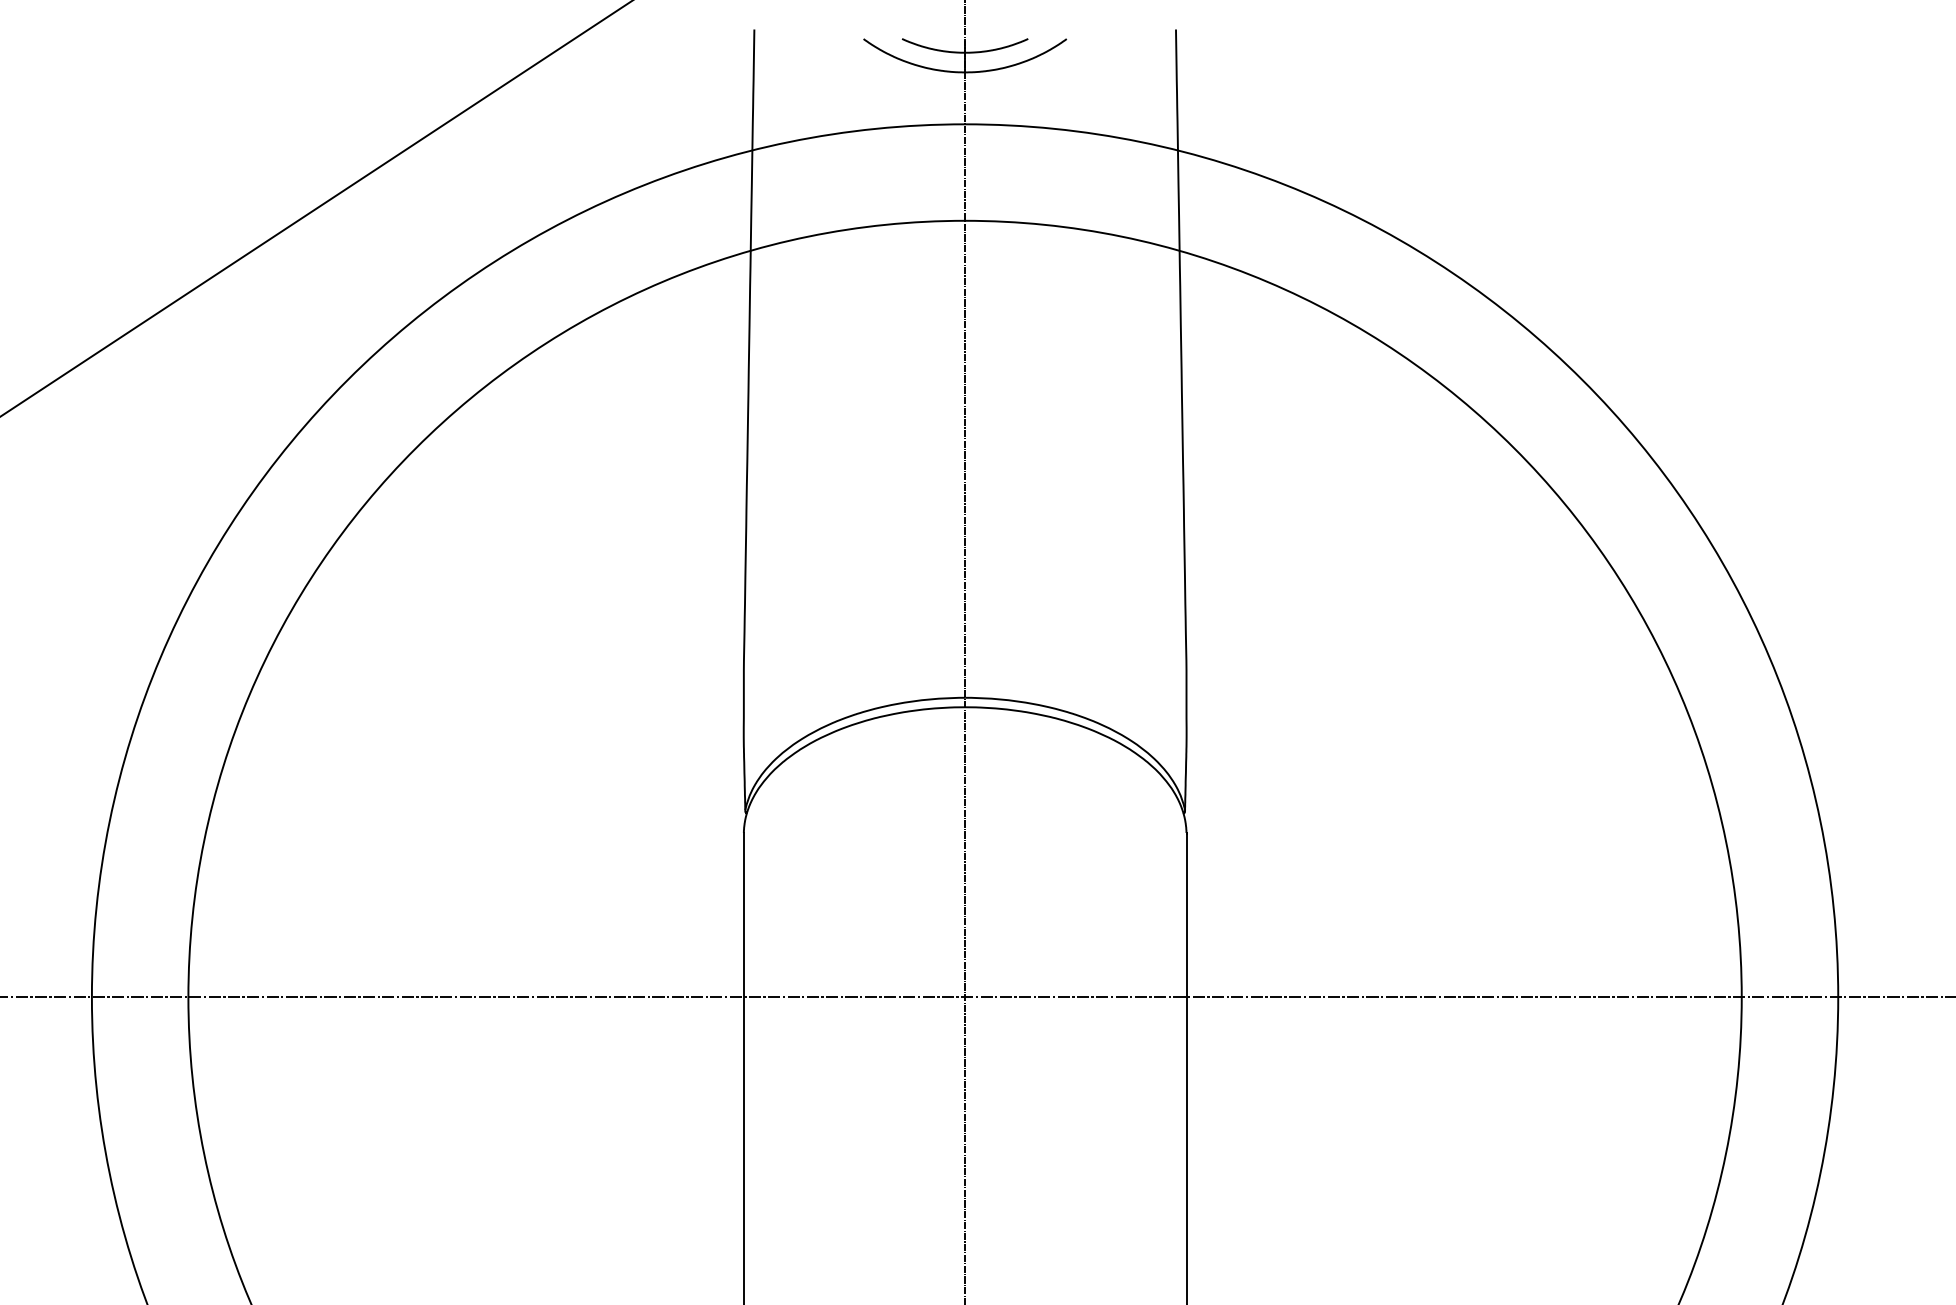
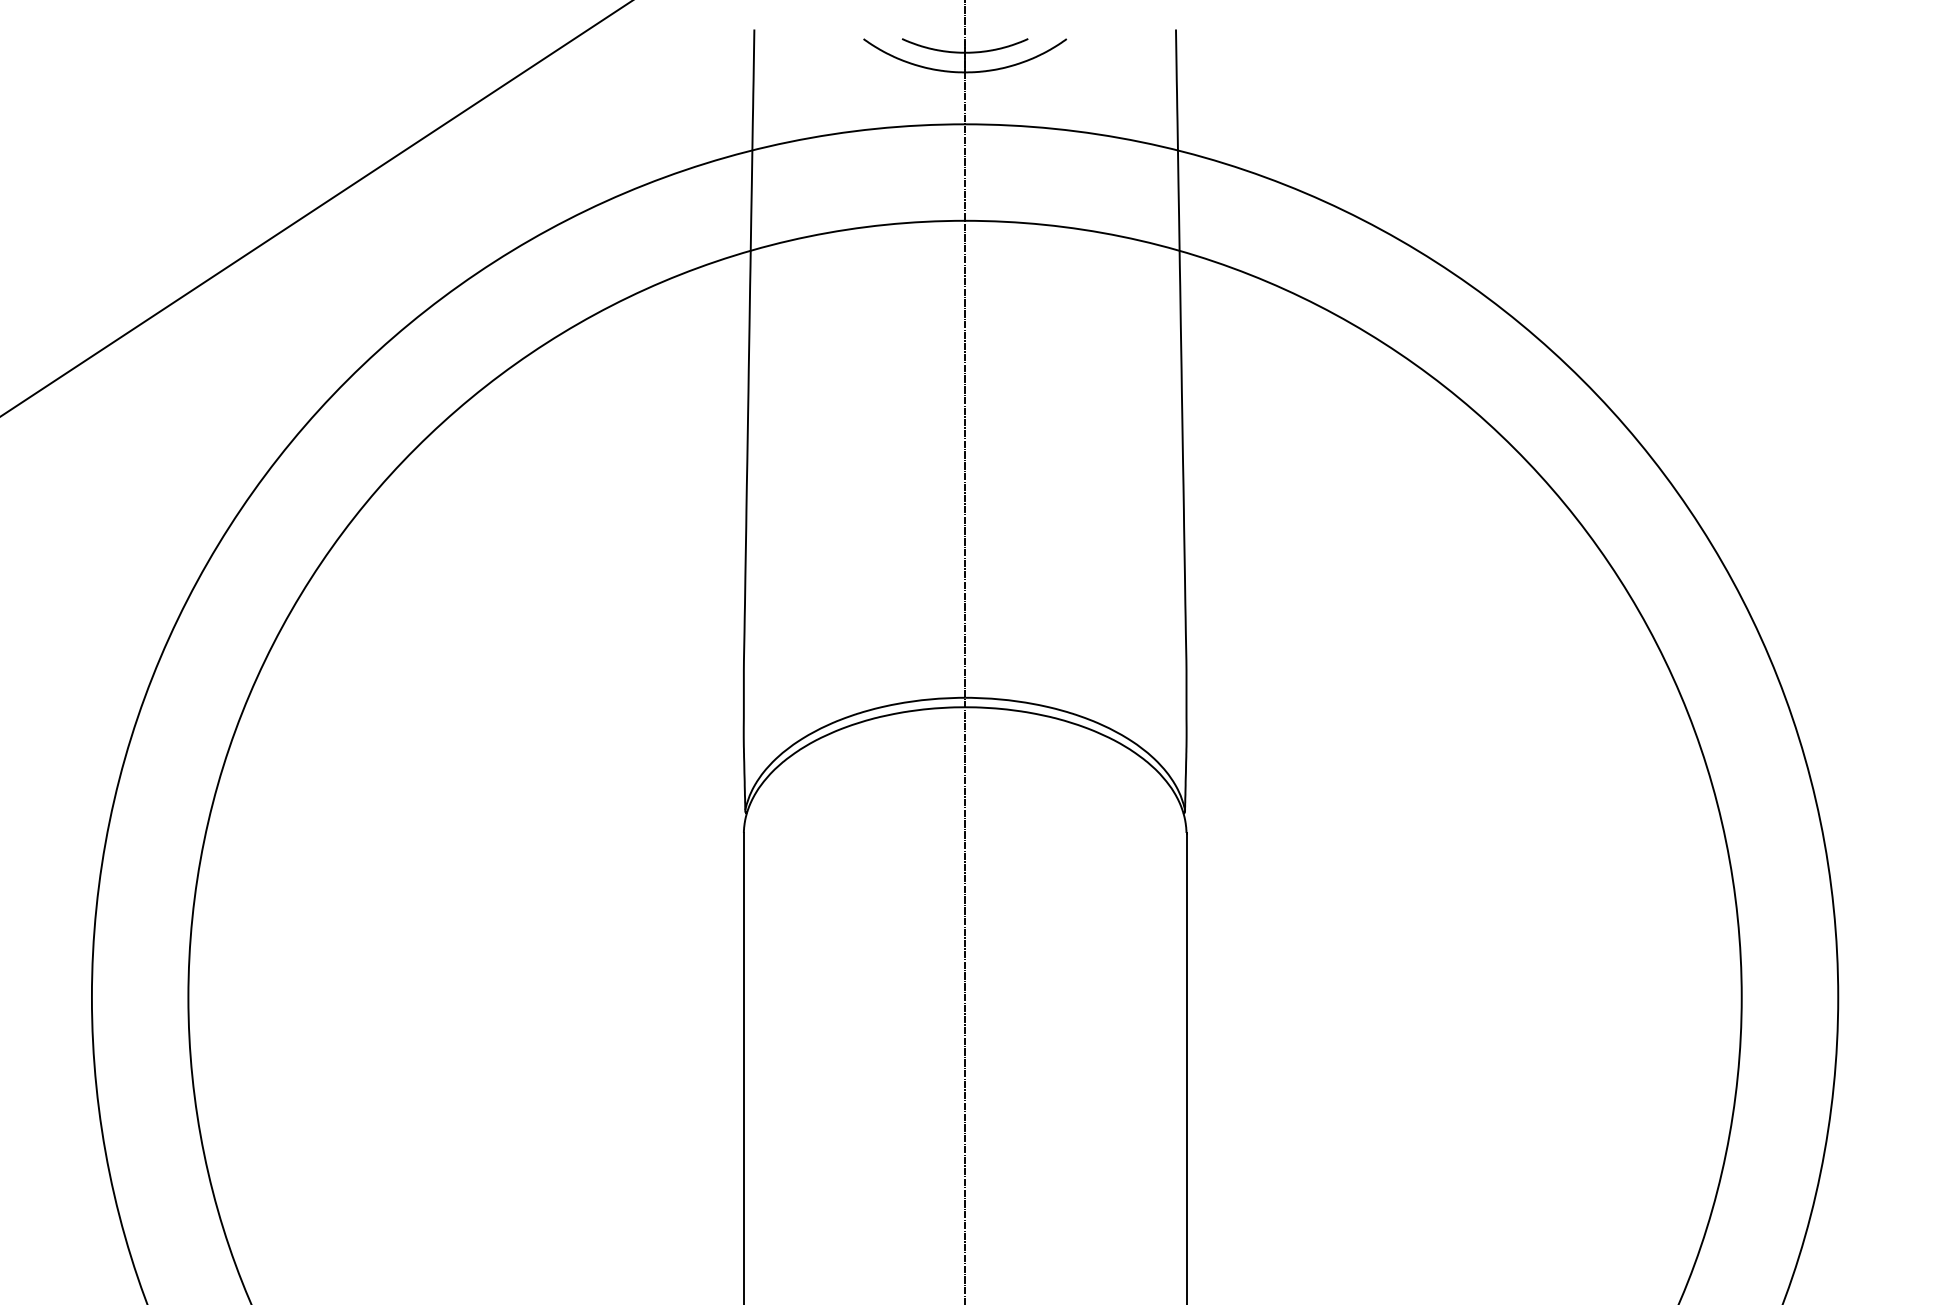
line at (977, 997): present -> none
